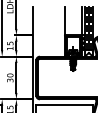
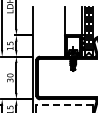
line at (64, 105): solid -> dashed
